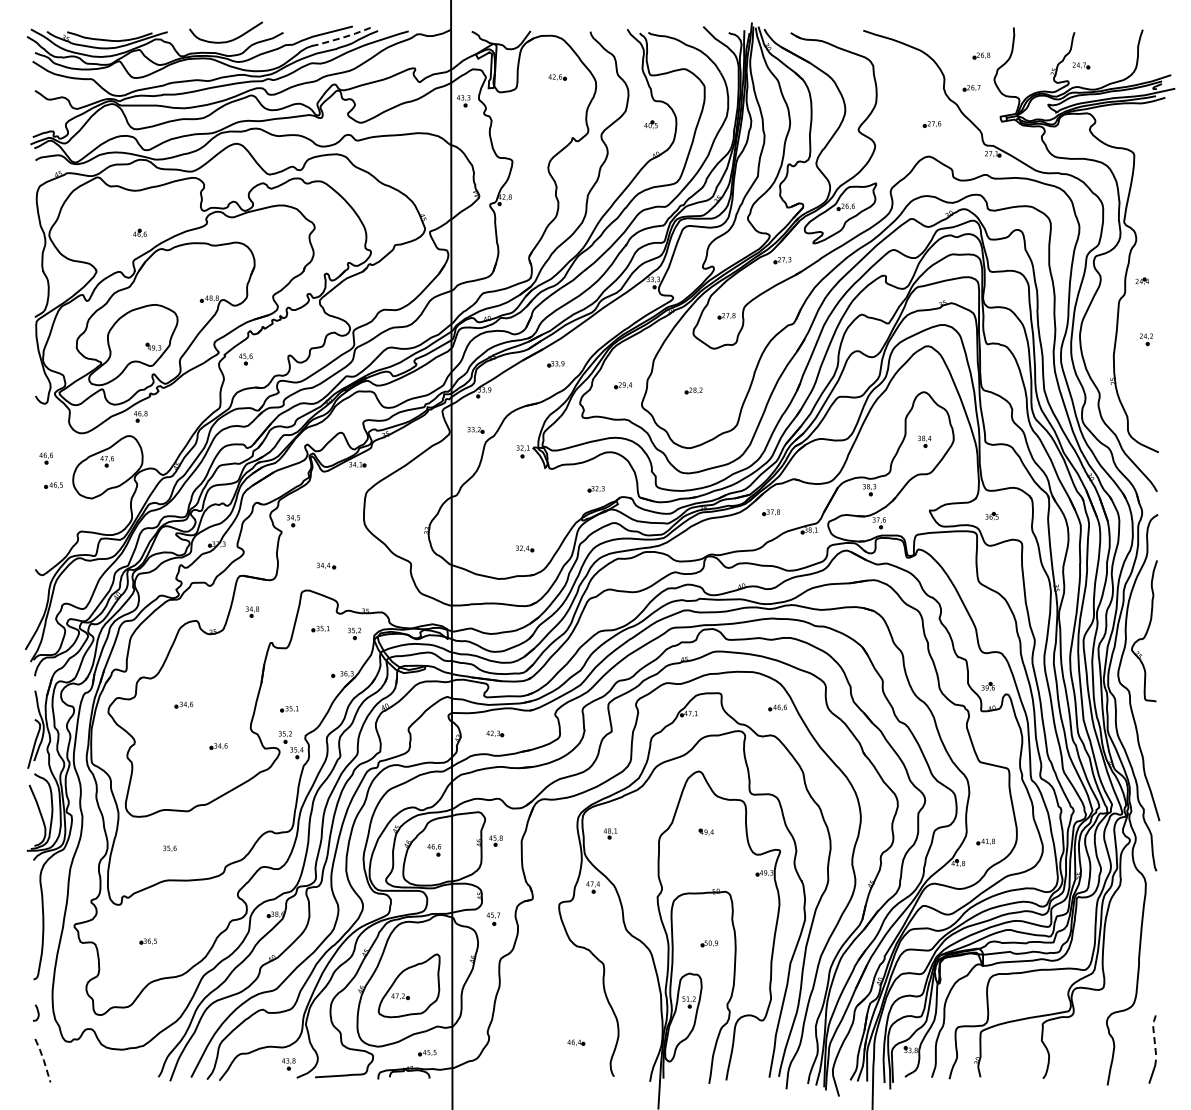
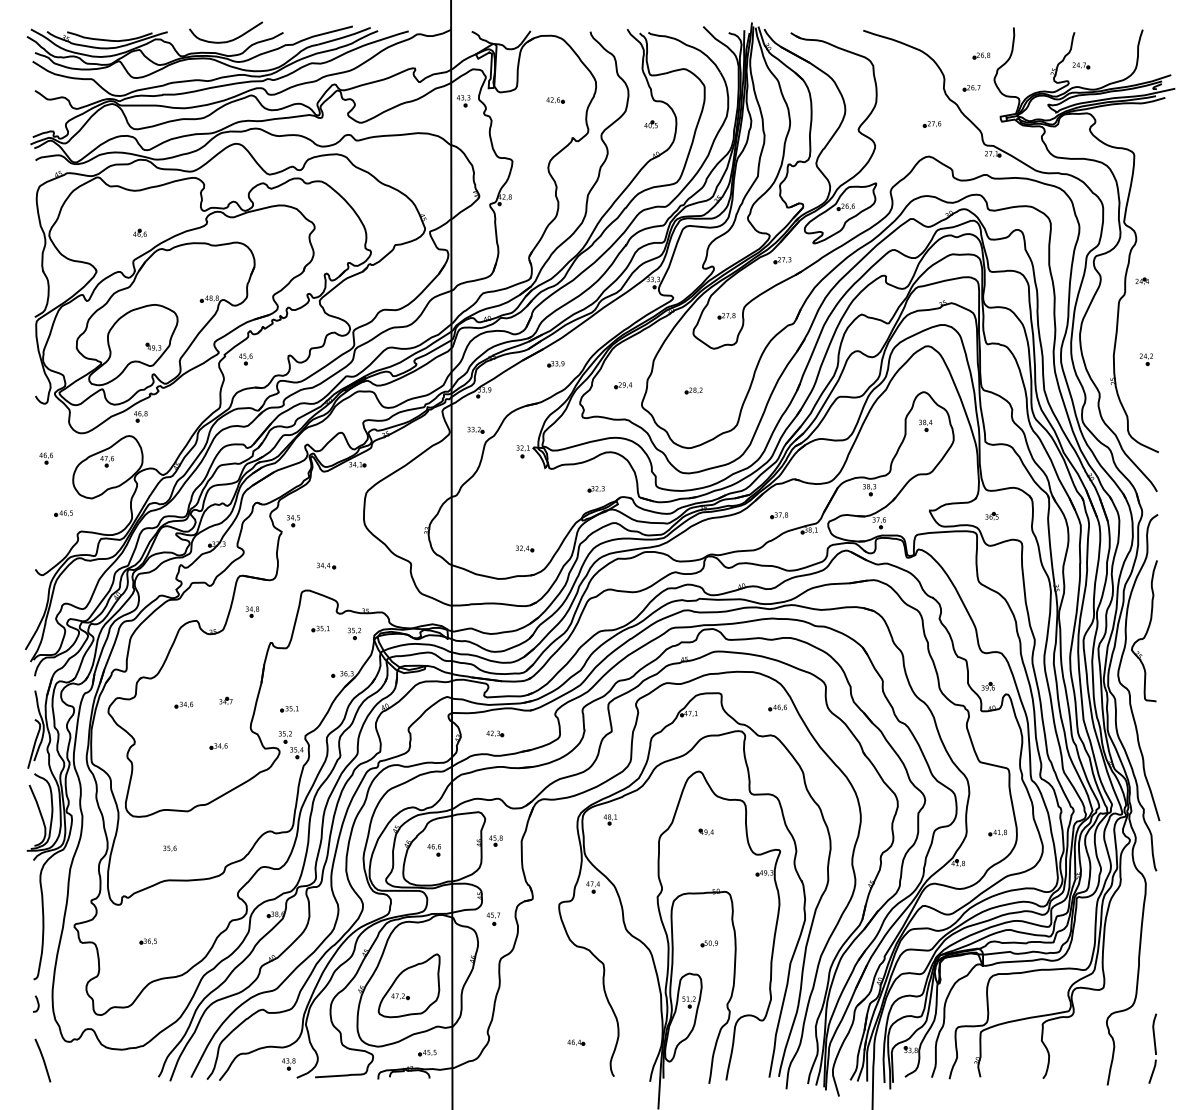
line at (344, 37): dashed -> solid
part at (557, 77) position: (557, 77) -> (555, 100)
part at (1145, 339) position: (1145, 339) -> (1145, 359)
part at (924, 441) position: (924, 441) -> (925, 425)
part at (53, 485) position: (53, 485) -> (63, 513)
part at (770, 512) position: (770, 512) -> (778, 515)
part at (225, 700): none -> present
part at (610, 833) position: (610, 833) -> (610, 819)
part at (985, 841) position: (985, 841) -> (997, 832)
curve at (37, 1012) position: (37, 1012) -> (37, 1003)
line at (1153, 1032): dashed -> solid
line at (43, 1060): dashed -> solid
